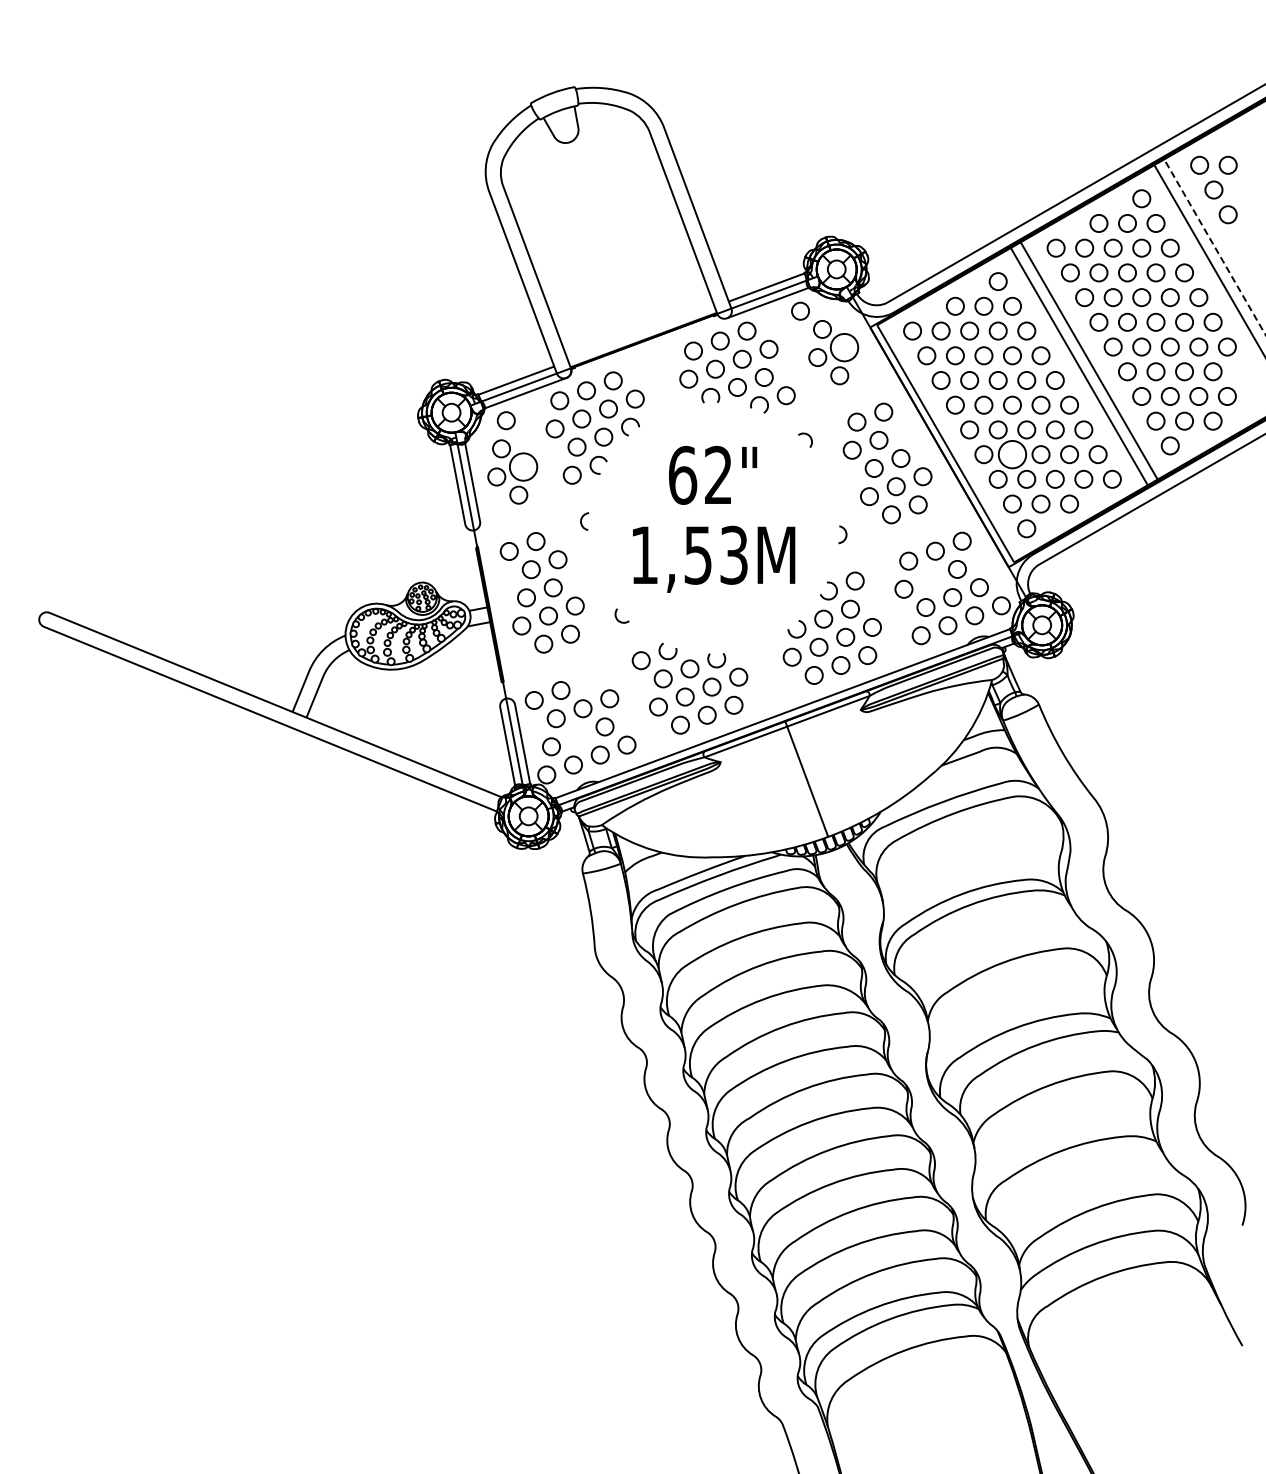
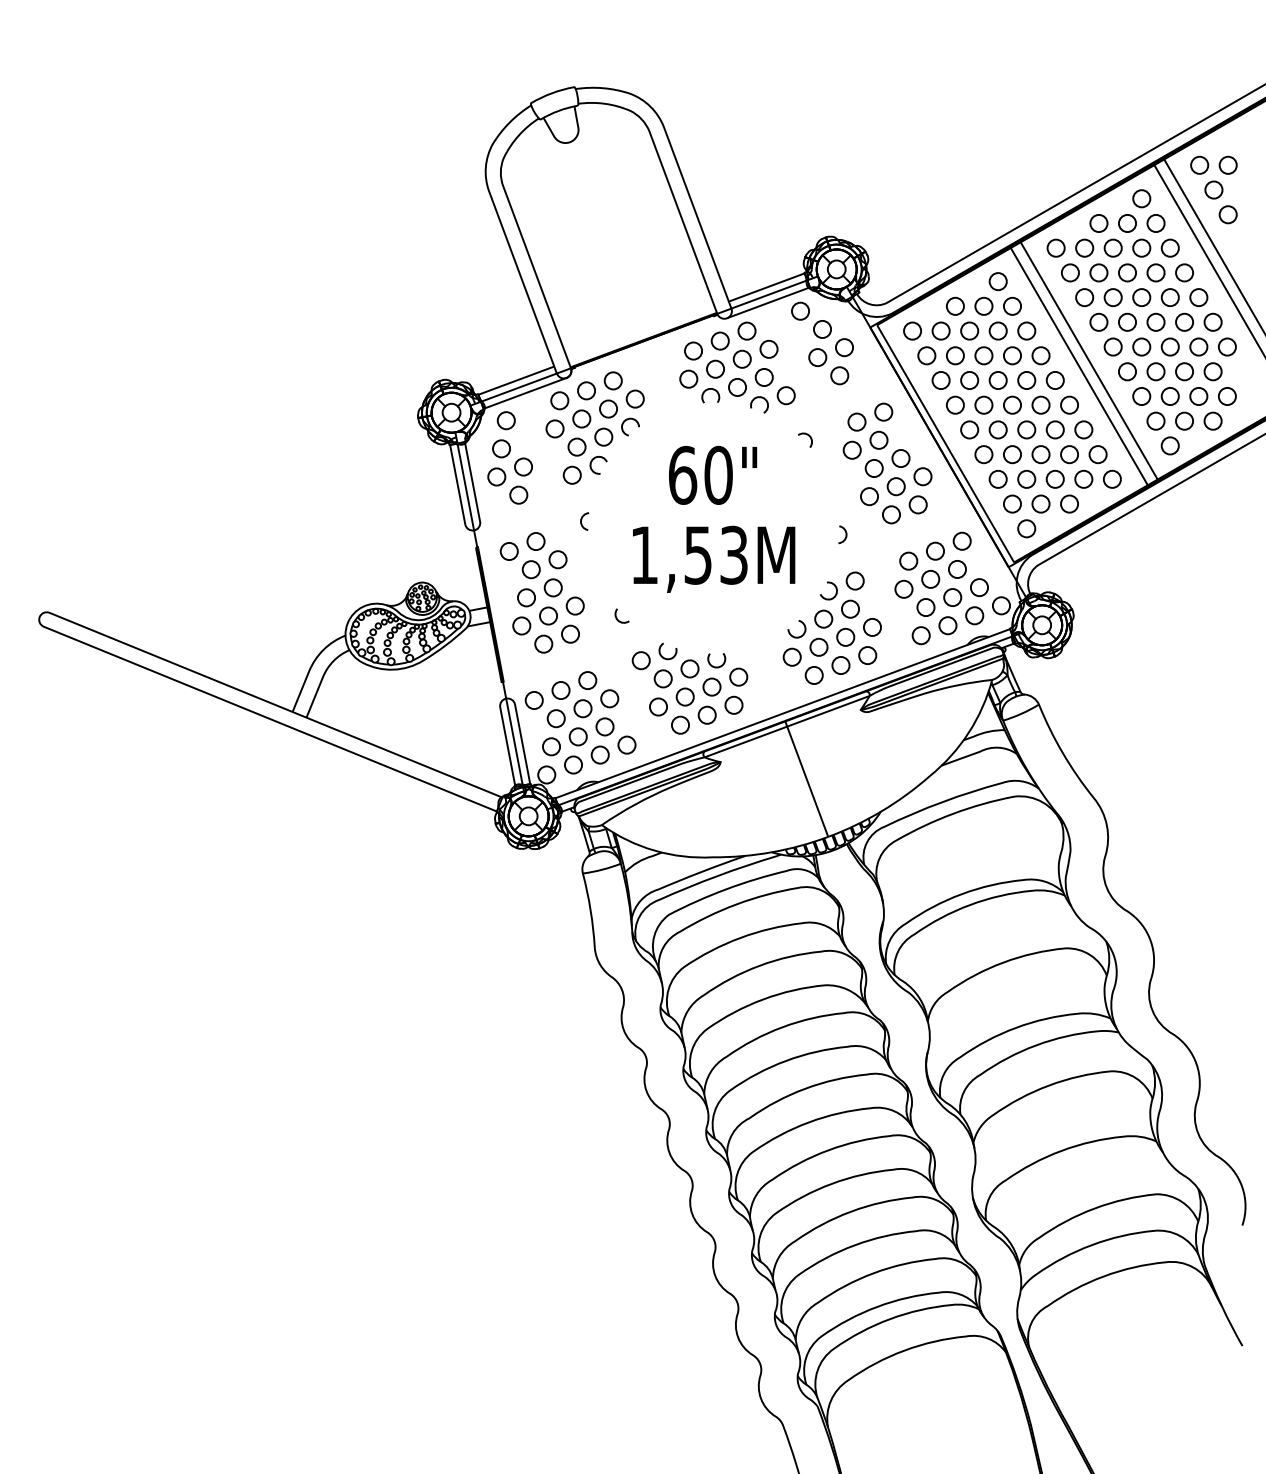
line at (1214, 246): dashed -> solid
circle at (844, 347) diameter: 27 px -> 17 px
circle at (1012, 454) diameter: 27 px -> 17 px
circle at (523, 466) diameter: 27 px -> 17 px
text at (718, 474): 62" -> 60"
circle at (930, 578): none -> present
circle at (587, 680): none -> present
circle at (577, 736): none -> present
